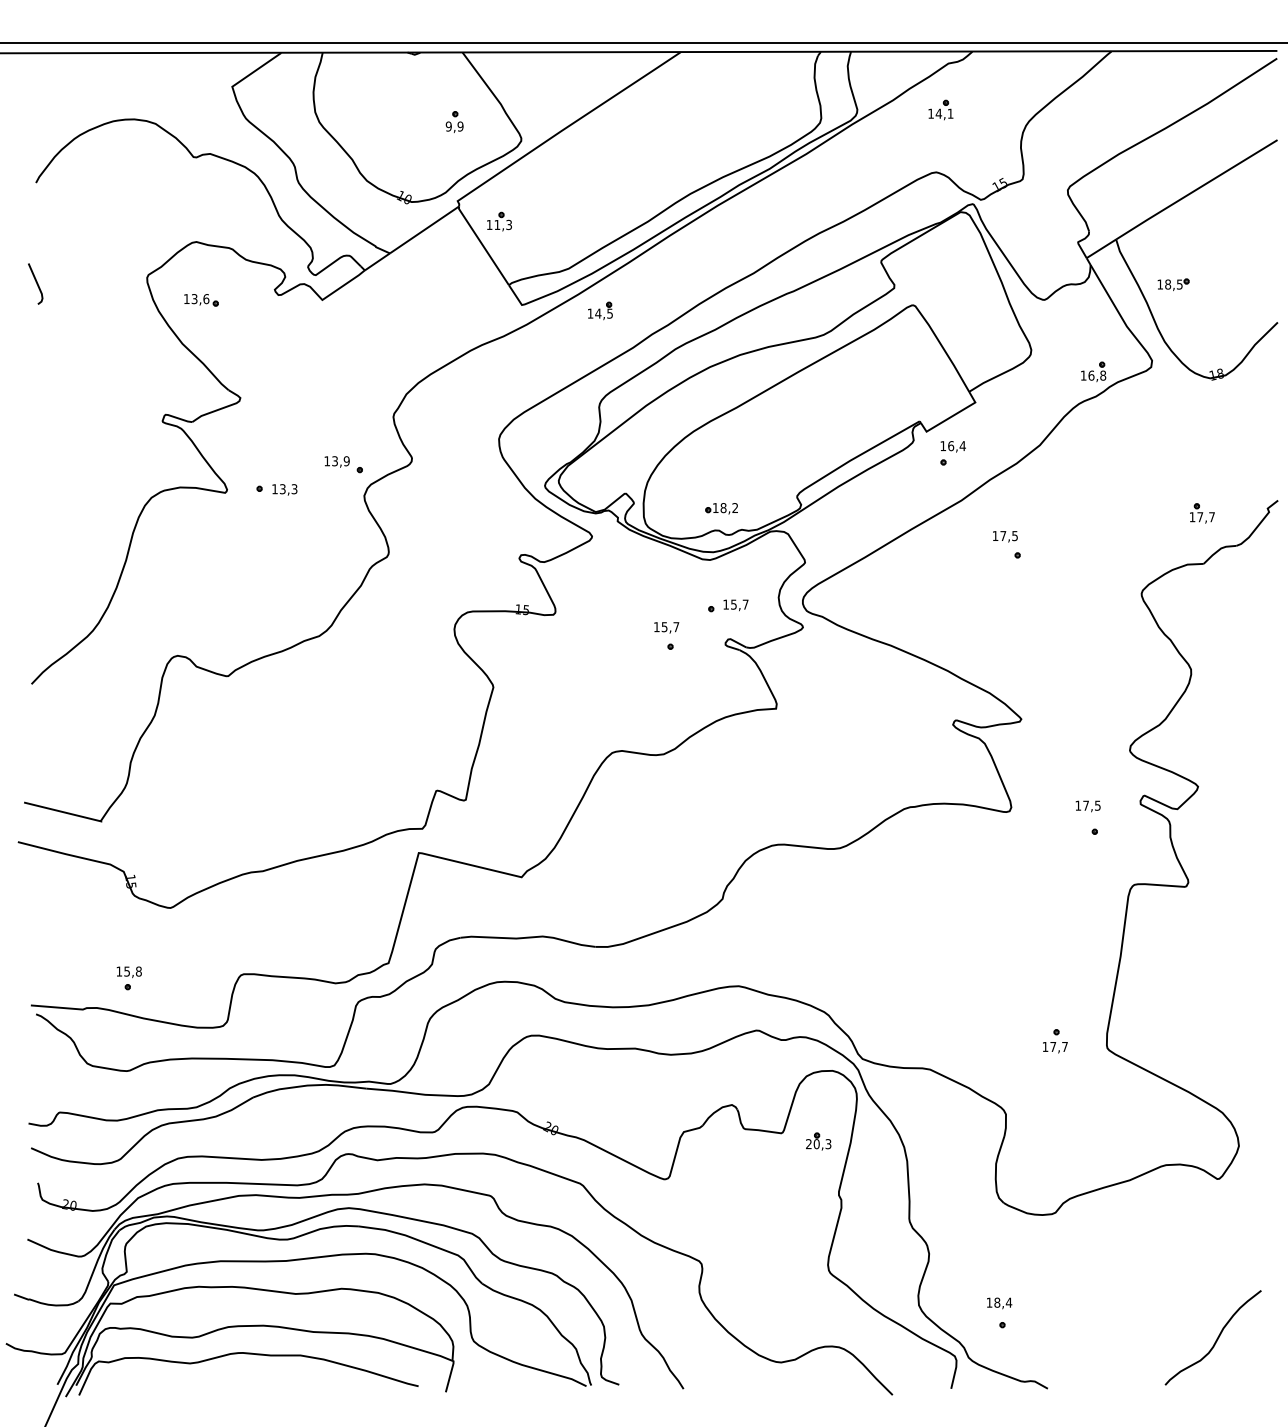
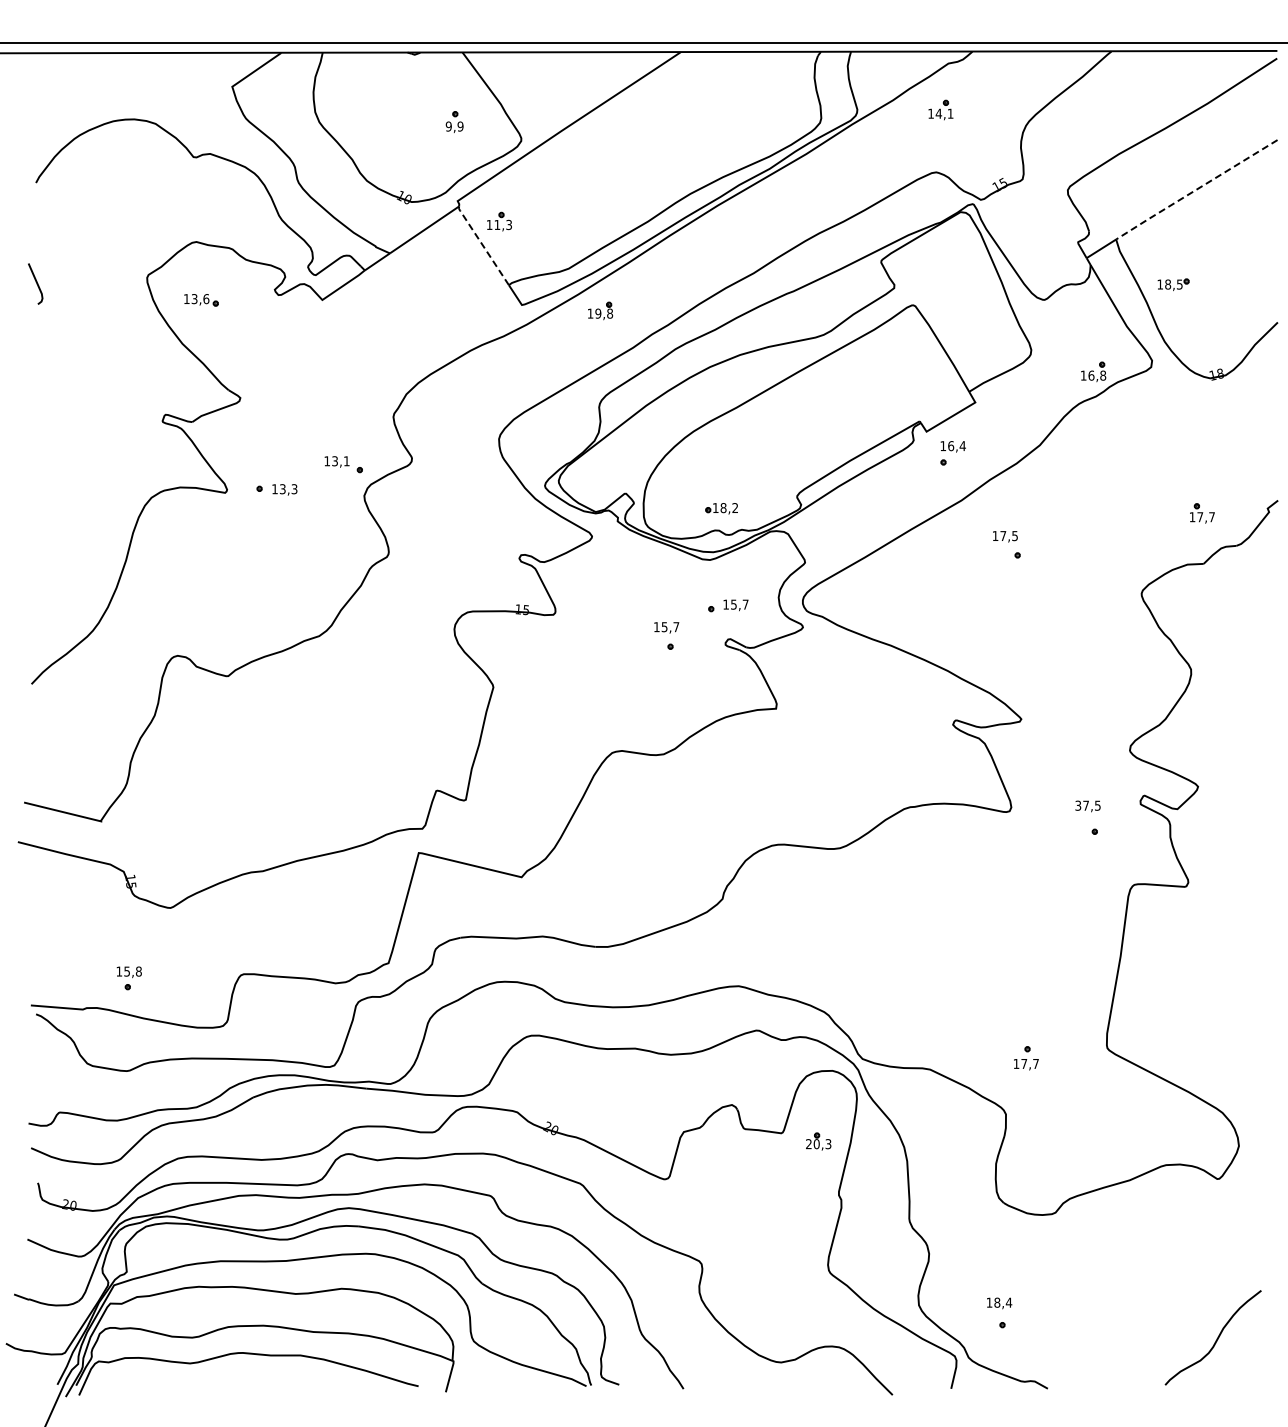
line at (1195, 190): solid -> dashed
line at (482, 244): solid -> dashed
text at (604, 313): 14,5 -> 19,8
text at (346, 461): 13,9 -> 13,1
text at (1078, 805): 17,5 -> 37,5
part at (1055, 1041) position: (1055, 1041) -> (1026, 1058)
